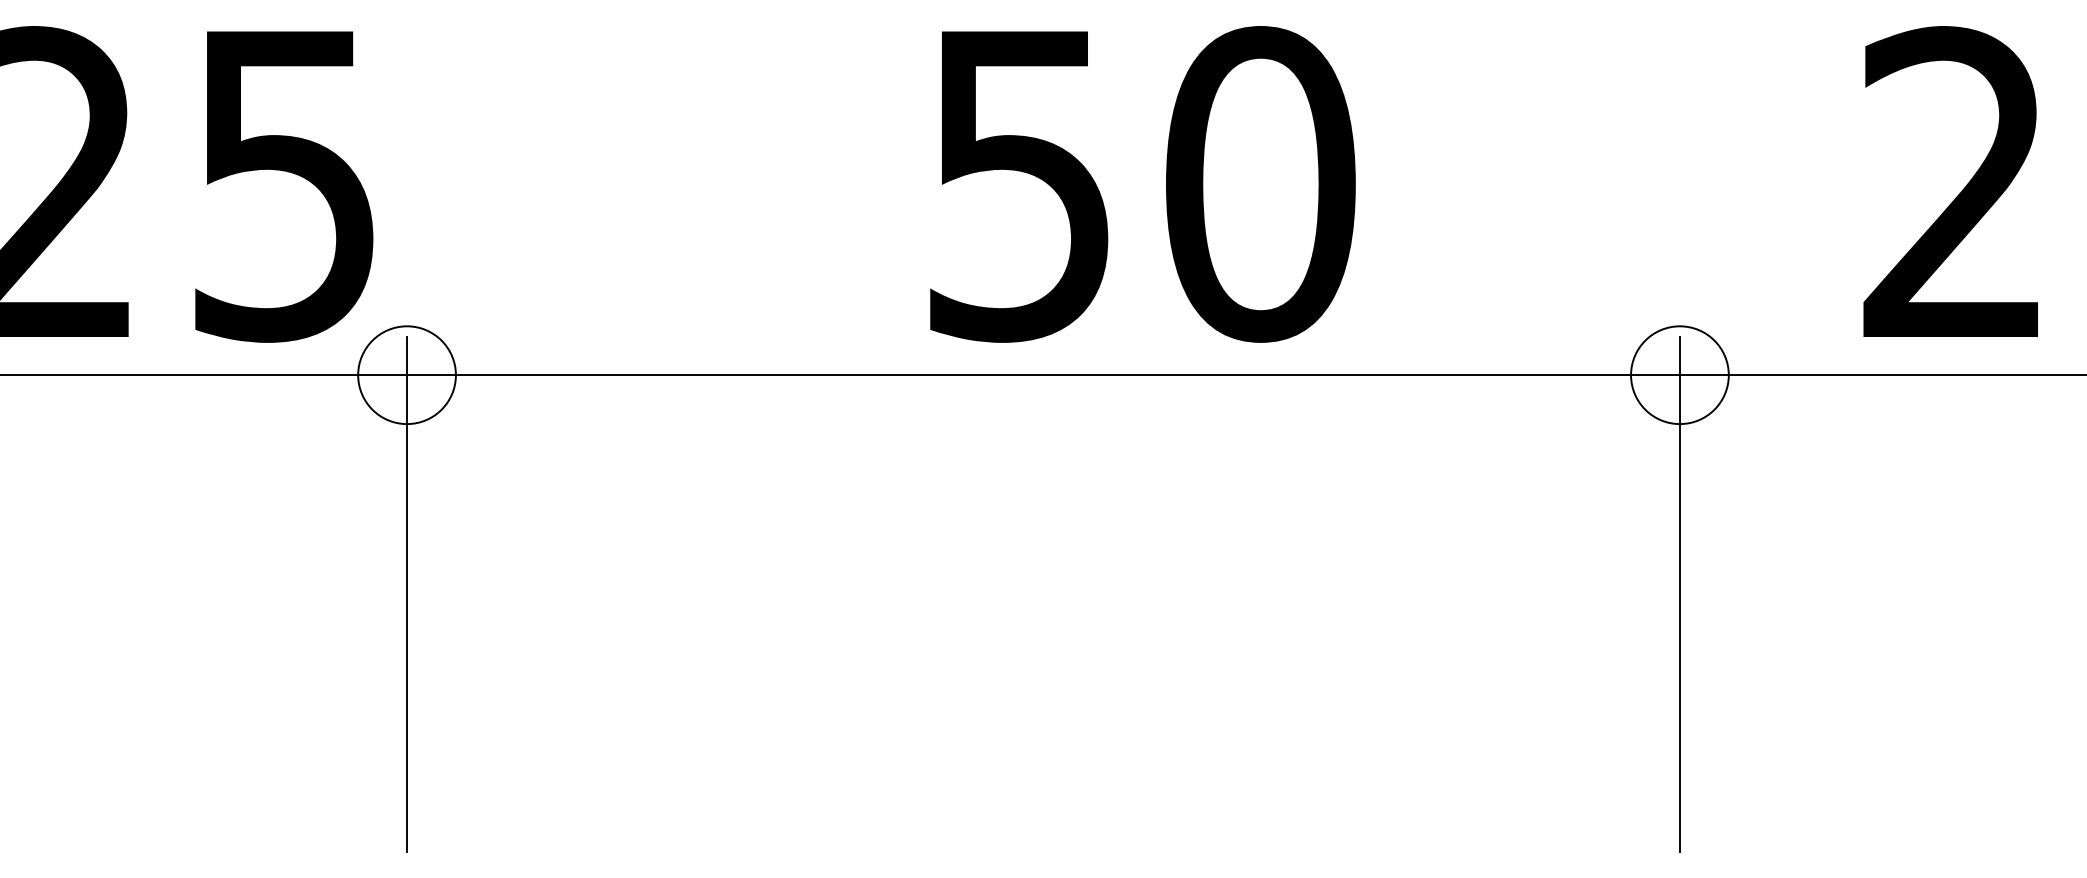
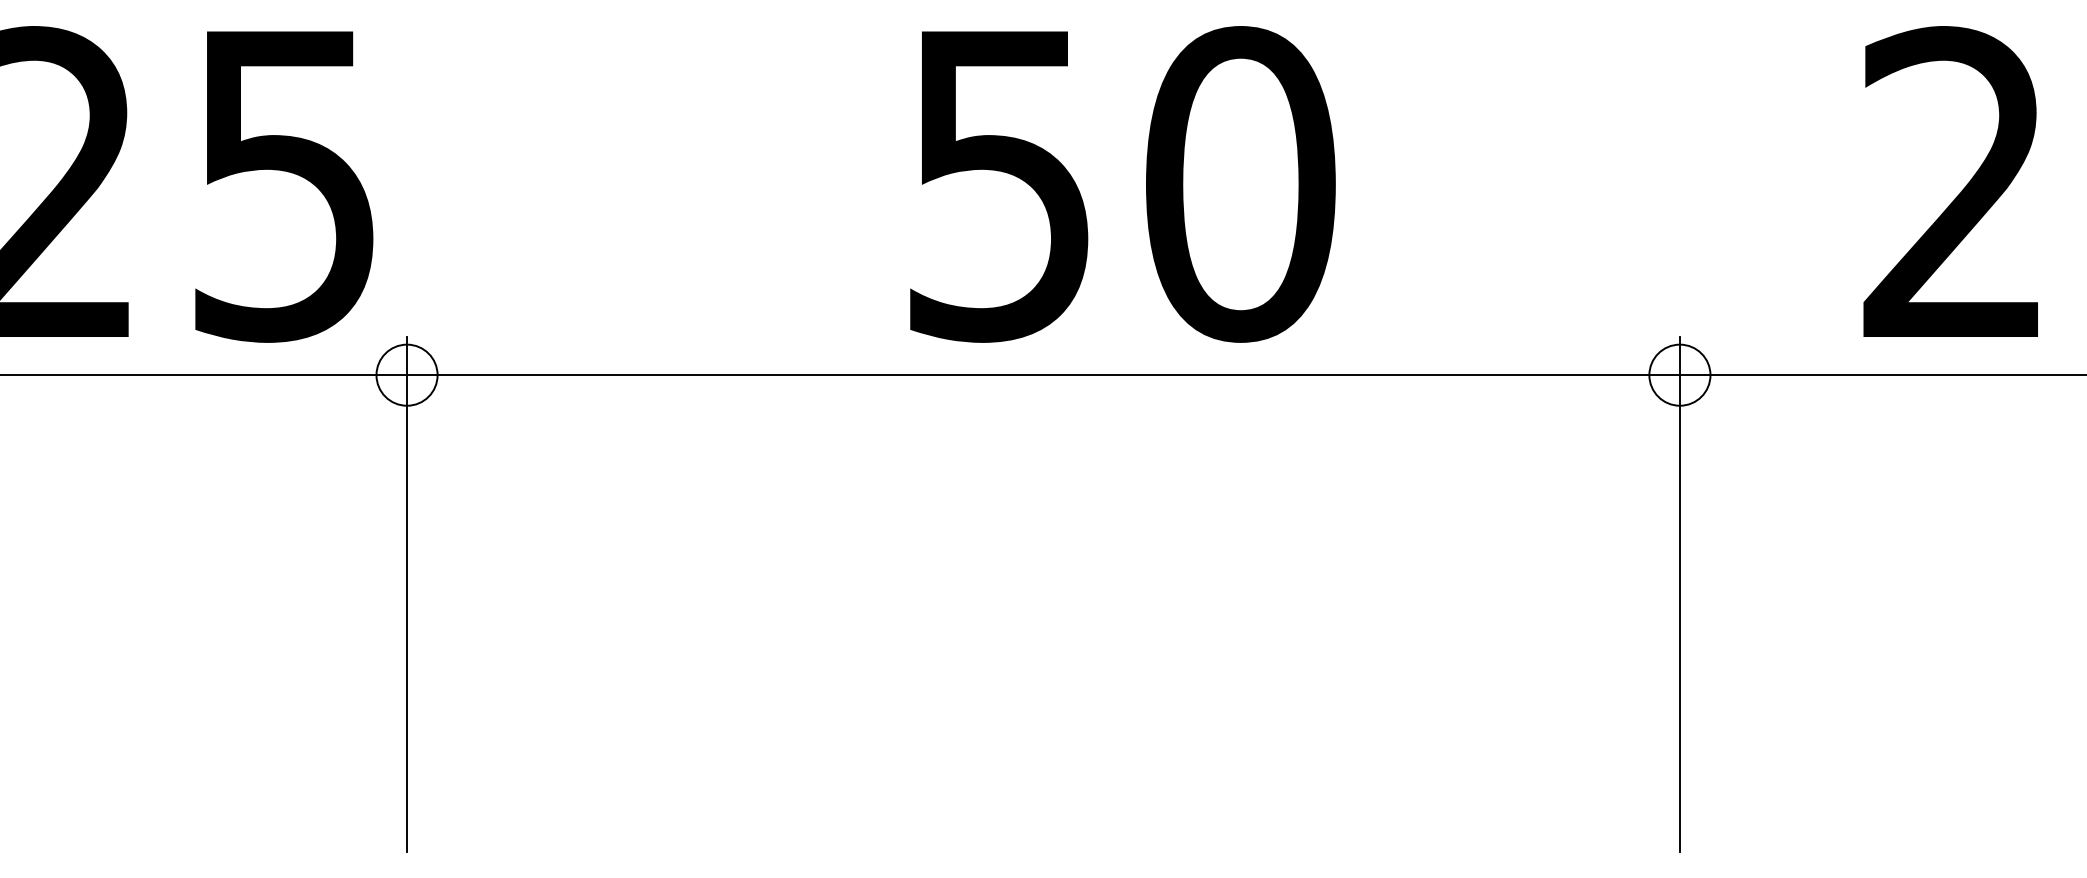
text at (1142, 184) position: (1142, 184) -> (1122, 184)
circle at (406, 375) diameter: 98 px -> 61 px
circle at (1679, 375) diameter: 98 px -> 61 px
